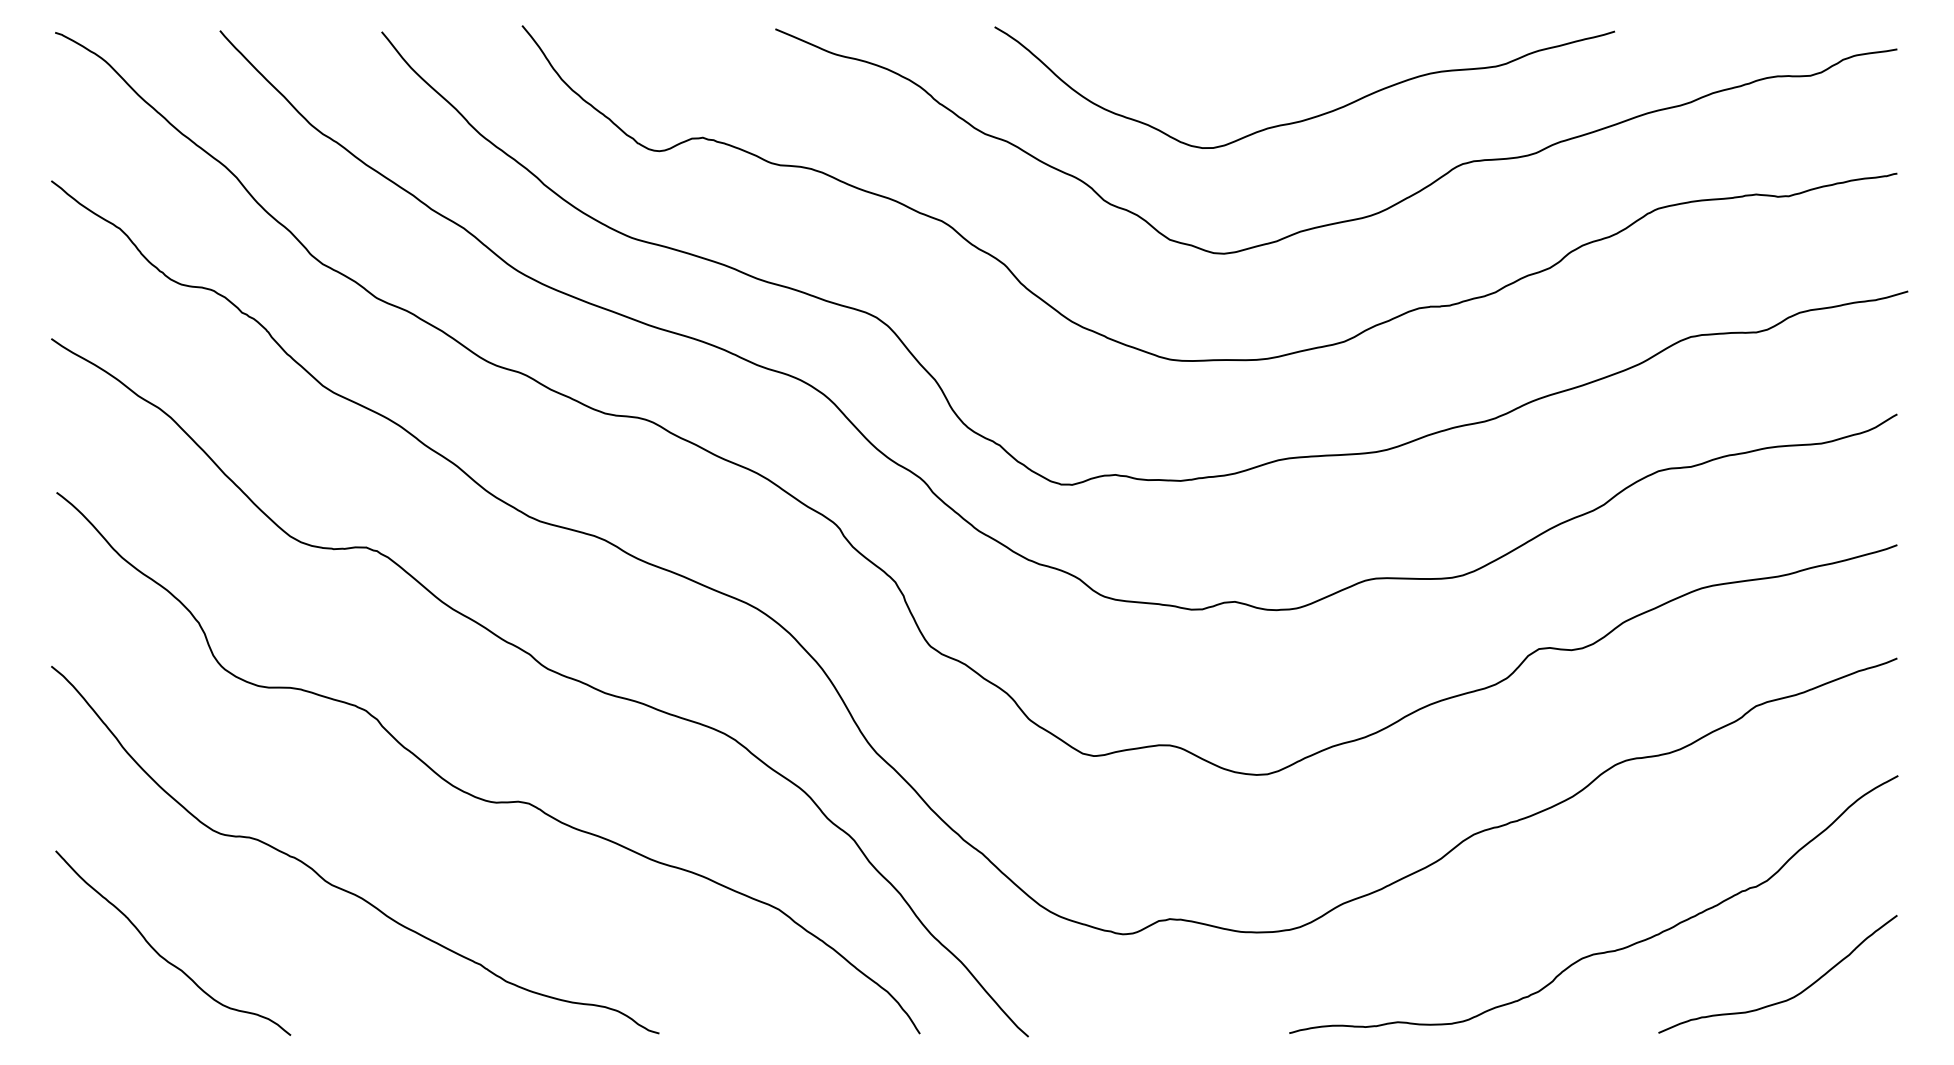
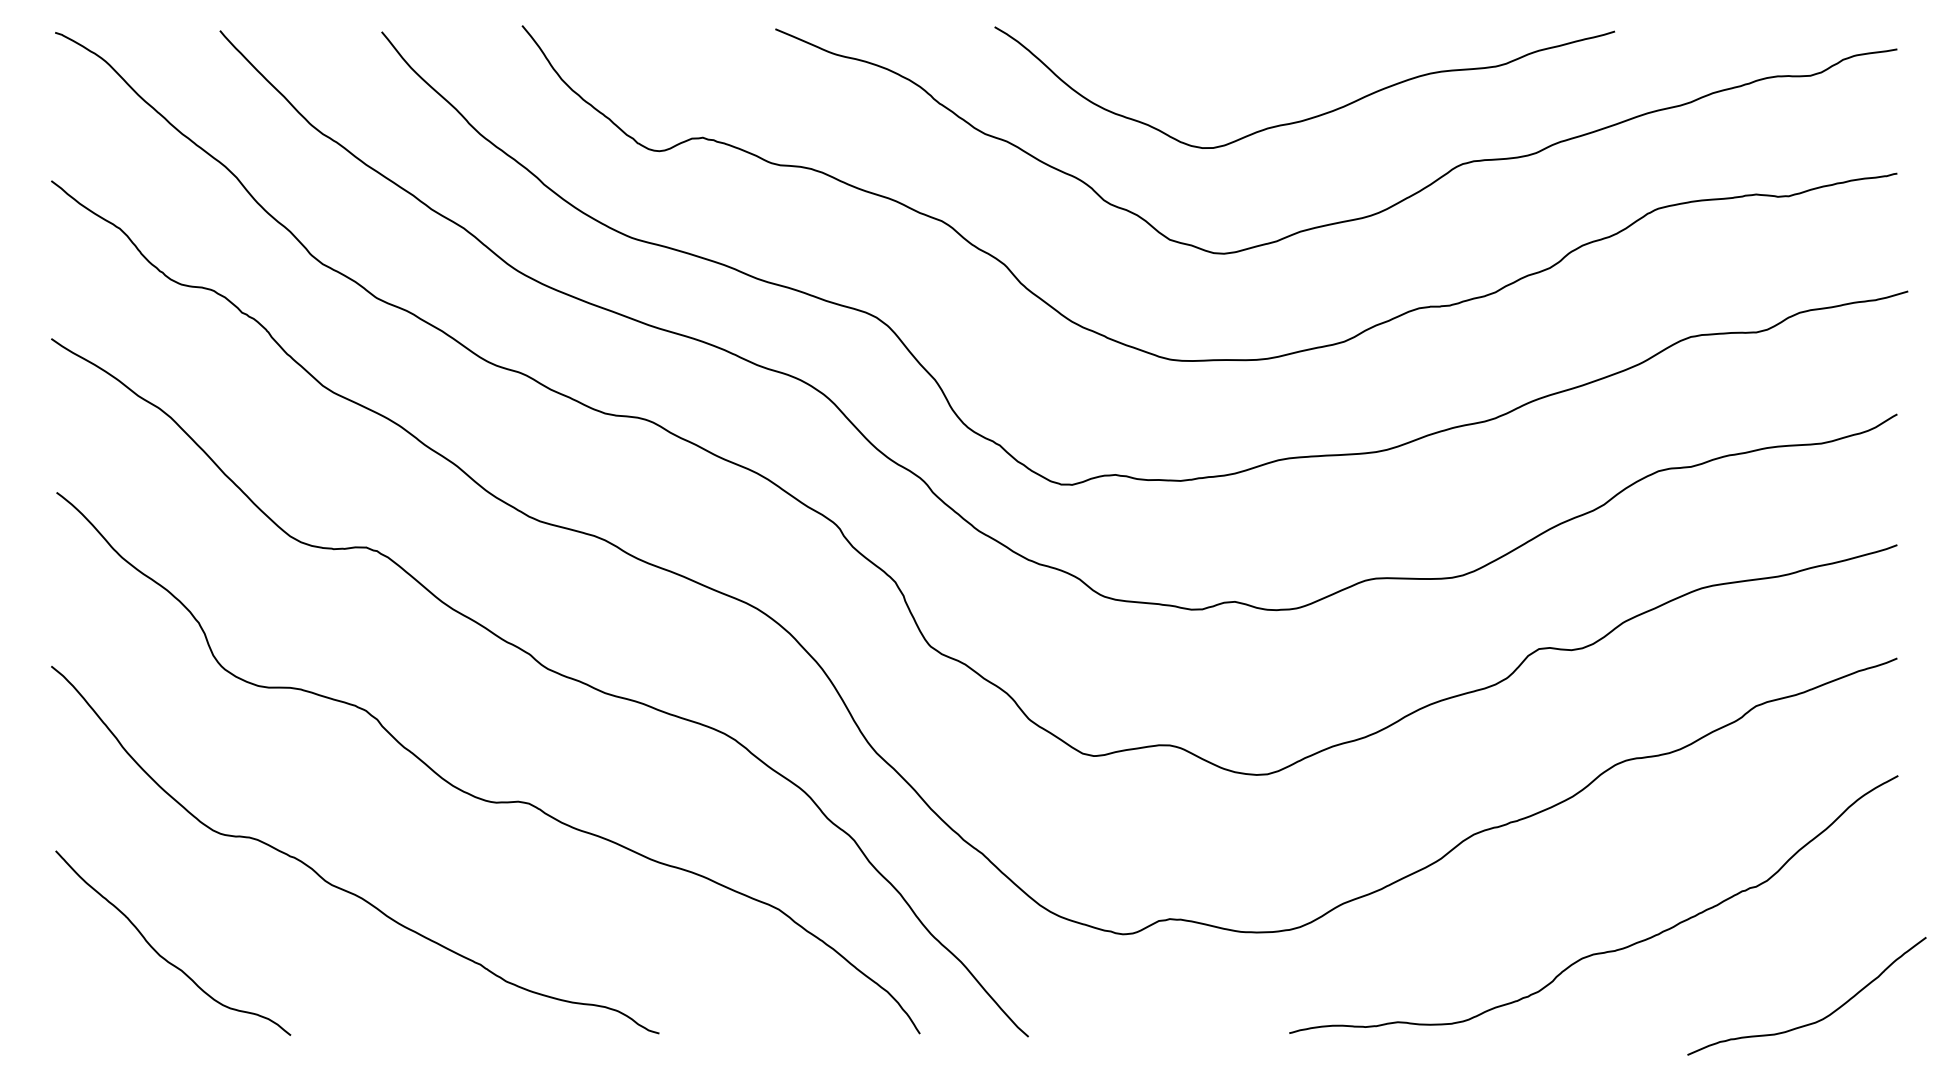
curve at (1788, 998) position: (1788, 998) -> (1817, 1020)
